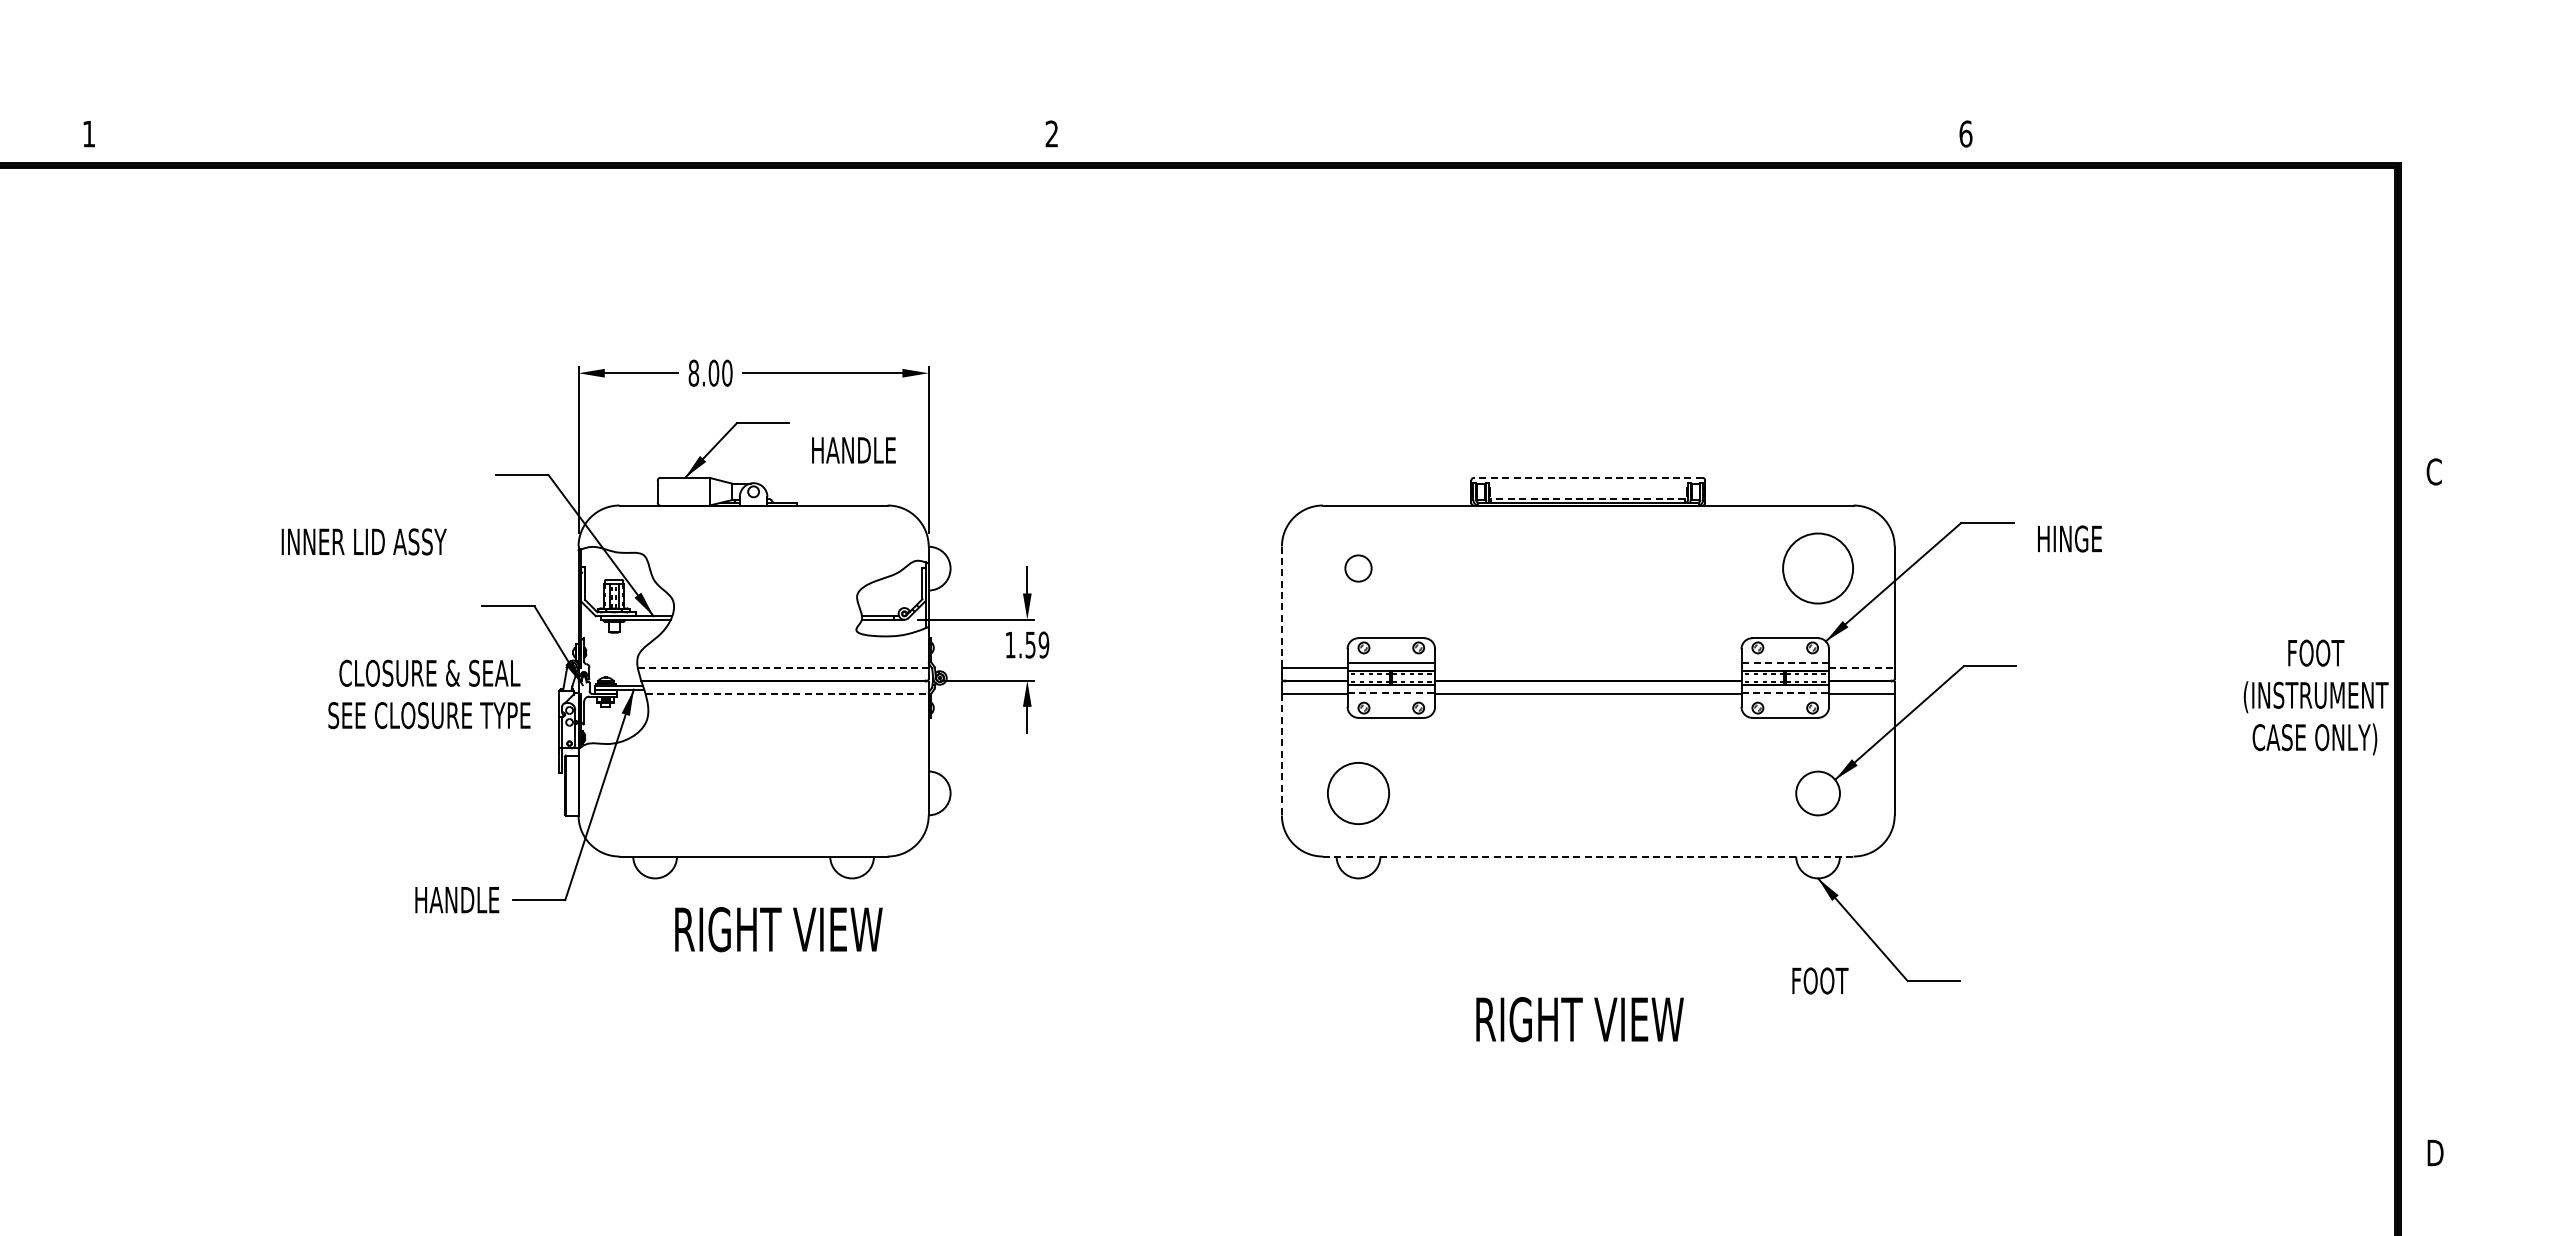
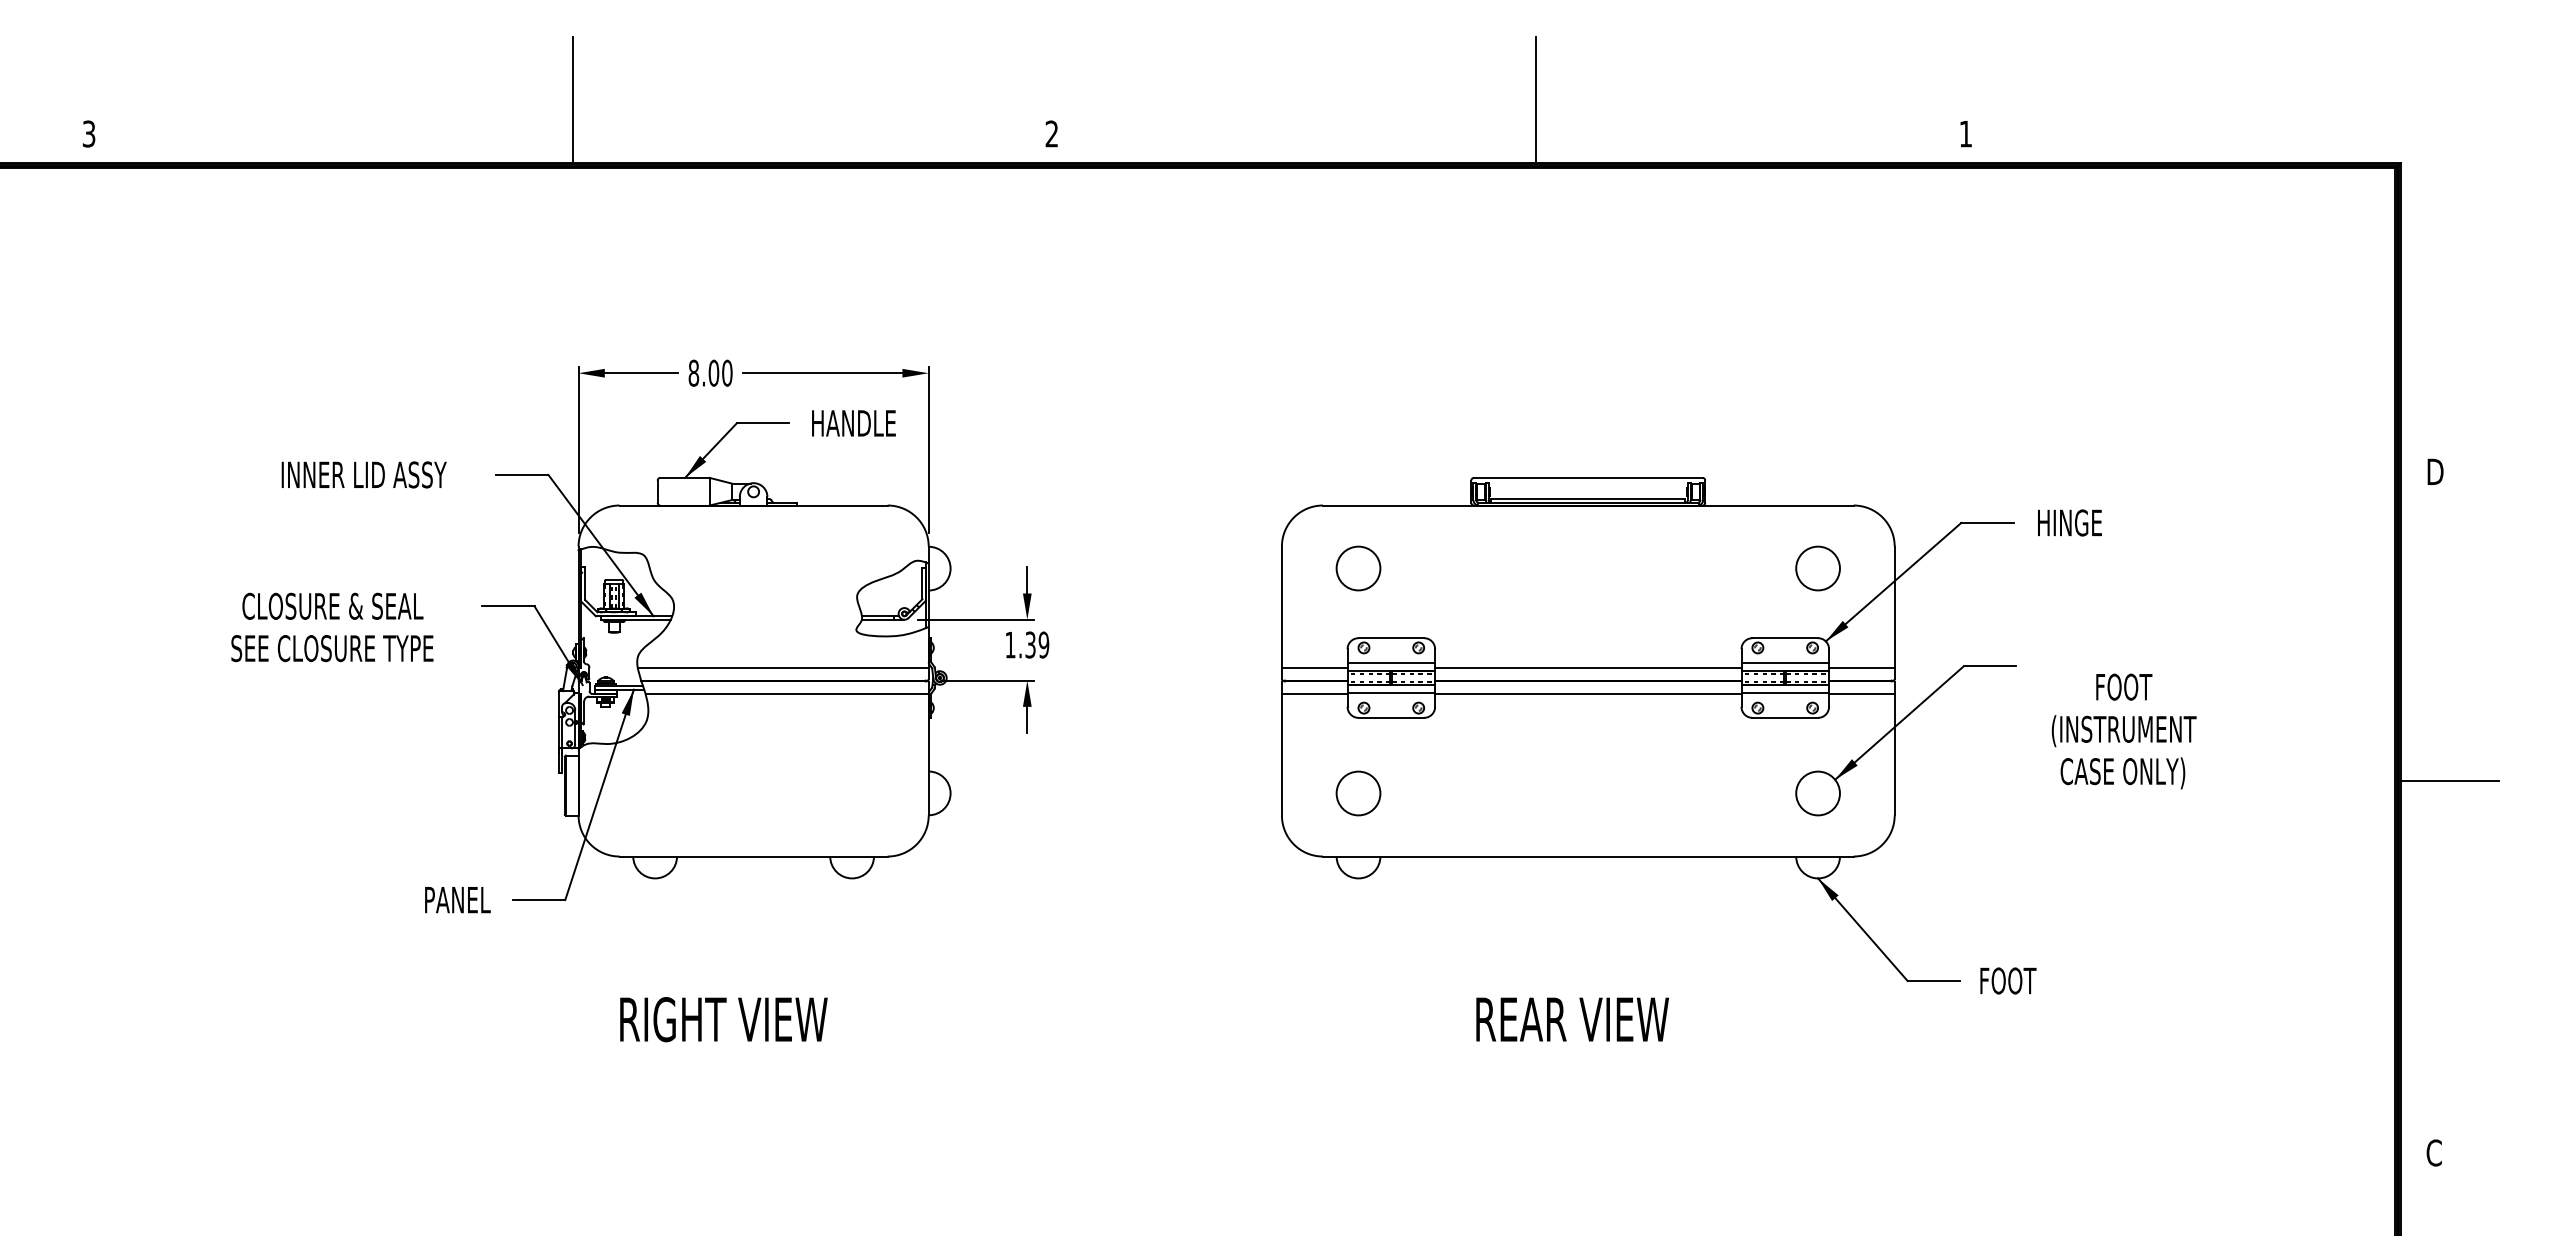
line at (572, 99): none -> present
line at (1535, 99): none -> present
text at (88, 133): 1 -> 3
text at (1965, 133): 6 -> 1
text at (853, 450) position: (853, 450) -> (853, 423)
text at (2434, 471): C -> D
line at (1587, 477): dashed -> solid
line at (1587, 498): dashed -> solid
text at (2069, 538) position: (2069, 538) -> (2069, 522)
text at (363, 541) position: (363, 541) -> (363, 474)
circle at (1358, 568) diameter: 26 px -> 44 px
circle at (1818, 568) diameter: 70 px -> 44 px
line at (1281, 607): dashed -> solid
text at (1030, 644): 1.59 -> 1.39
line at (1785, 662): dashed -> solid
line at (783, 668): dashed -> solid
line at (1588, 668): none -> present
line at (1861, 668): dashed -> solid
line at (787, 693): dashed -> solid
line at (1391, 693): dashed -> solid
line at (1785, 693): dashed -> solid
text at (429, 694) position: (429, 694) -> (332, 627)
text at (2315, 697) position: (2315, 697) -> (2123, 731)
line at (1281, 754): dashed -> solid
line at (2449, 780): none -> present
circle at (1358, 793) diameter: 61 px -> 44 px
line at (1588, 856): dashed -> solid
text at (457, 900): HANDLE -> PANEL
text at (778, 929) position: (778, 929) -> (723, 1019)
text at (1820, 980) position: (1820, 980) -> (2008, 980)
text at (1593, 1019): RIGHT VIEW -> REAR VIEW
text at (2434, 1152): D -> C
